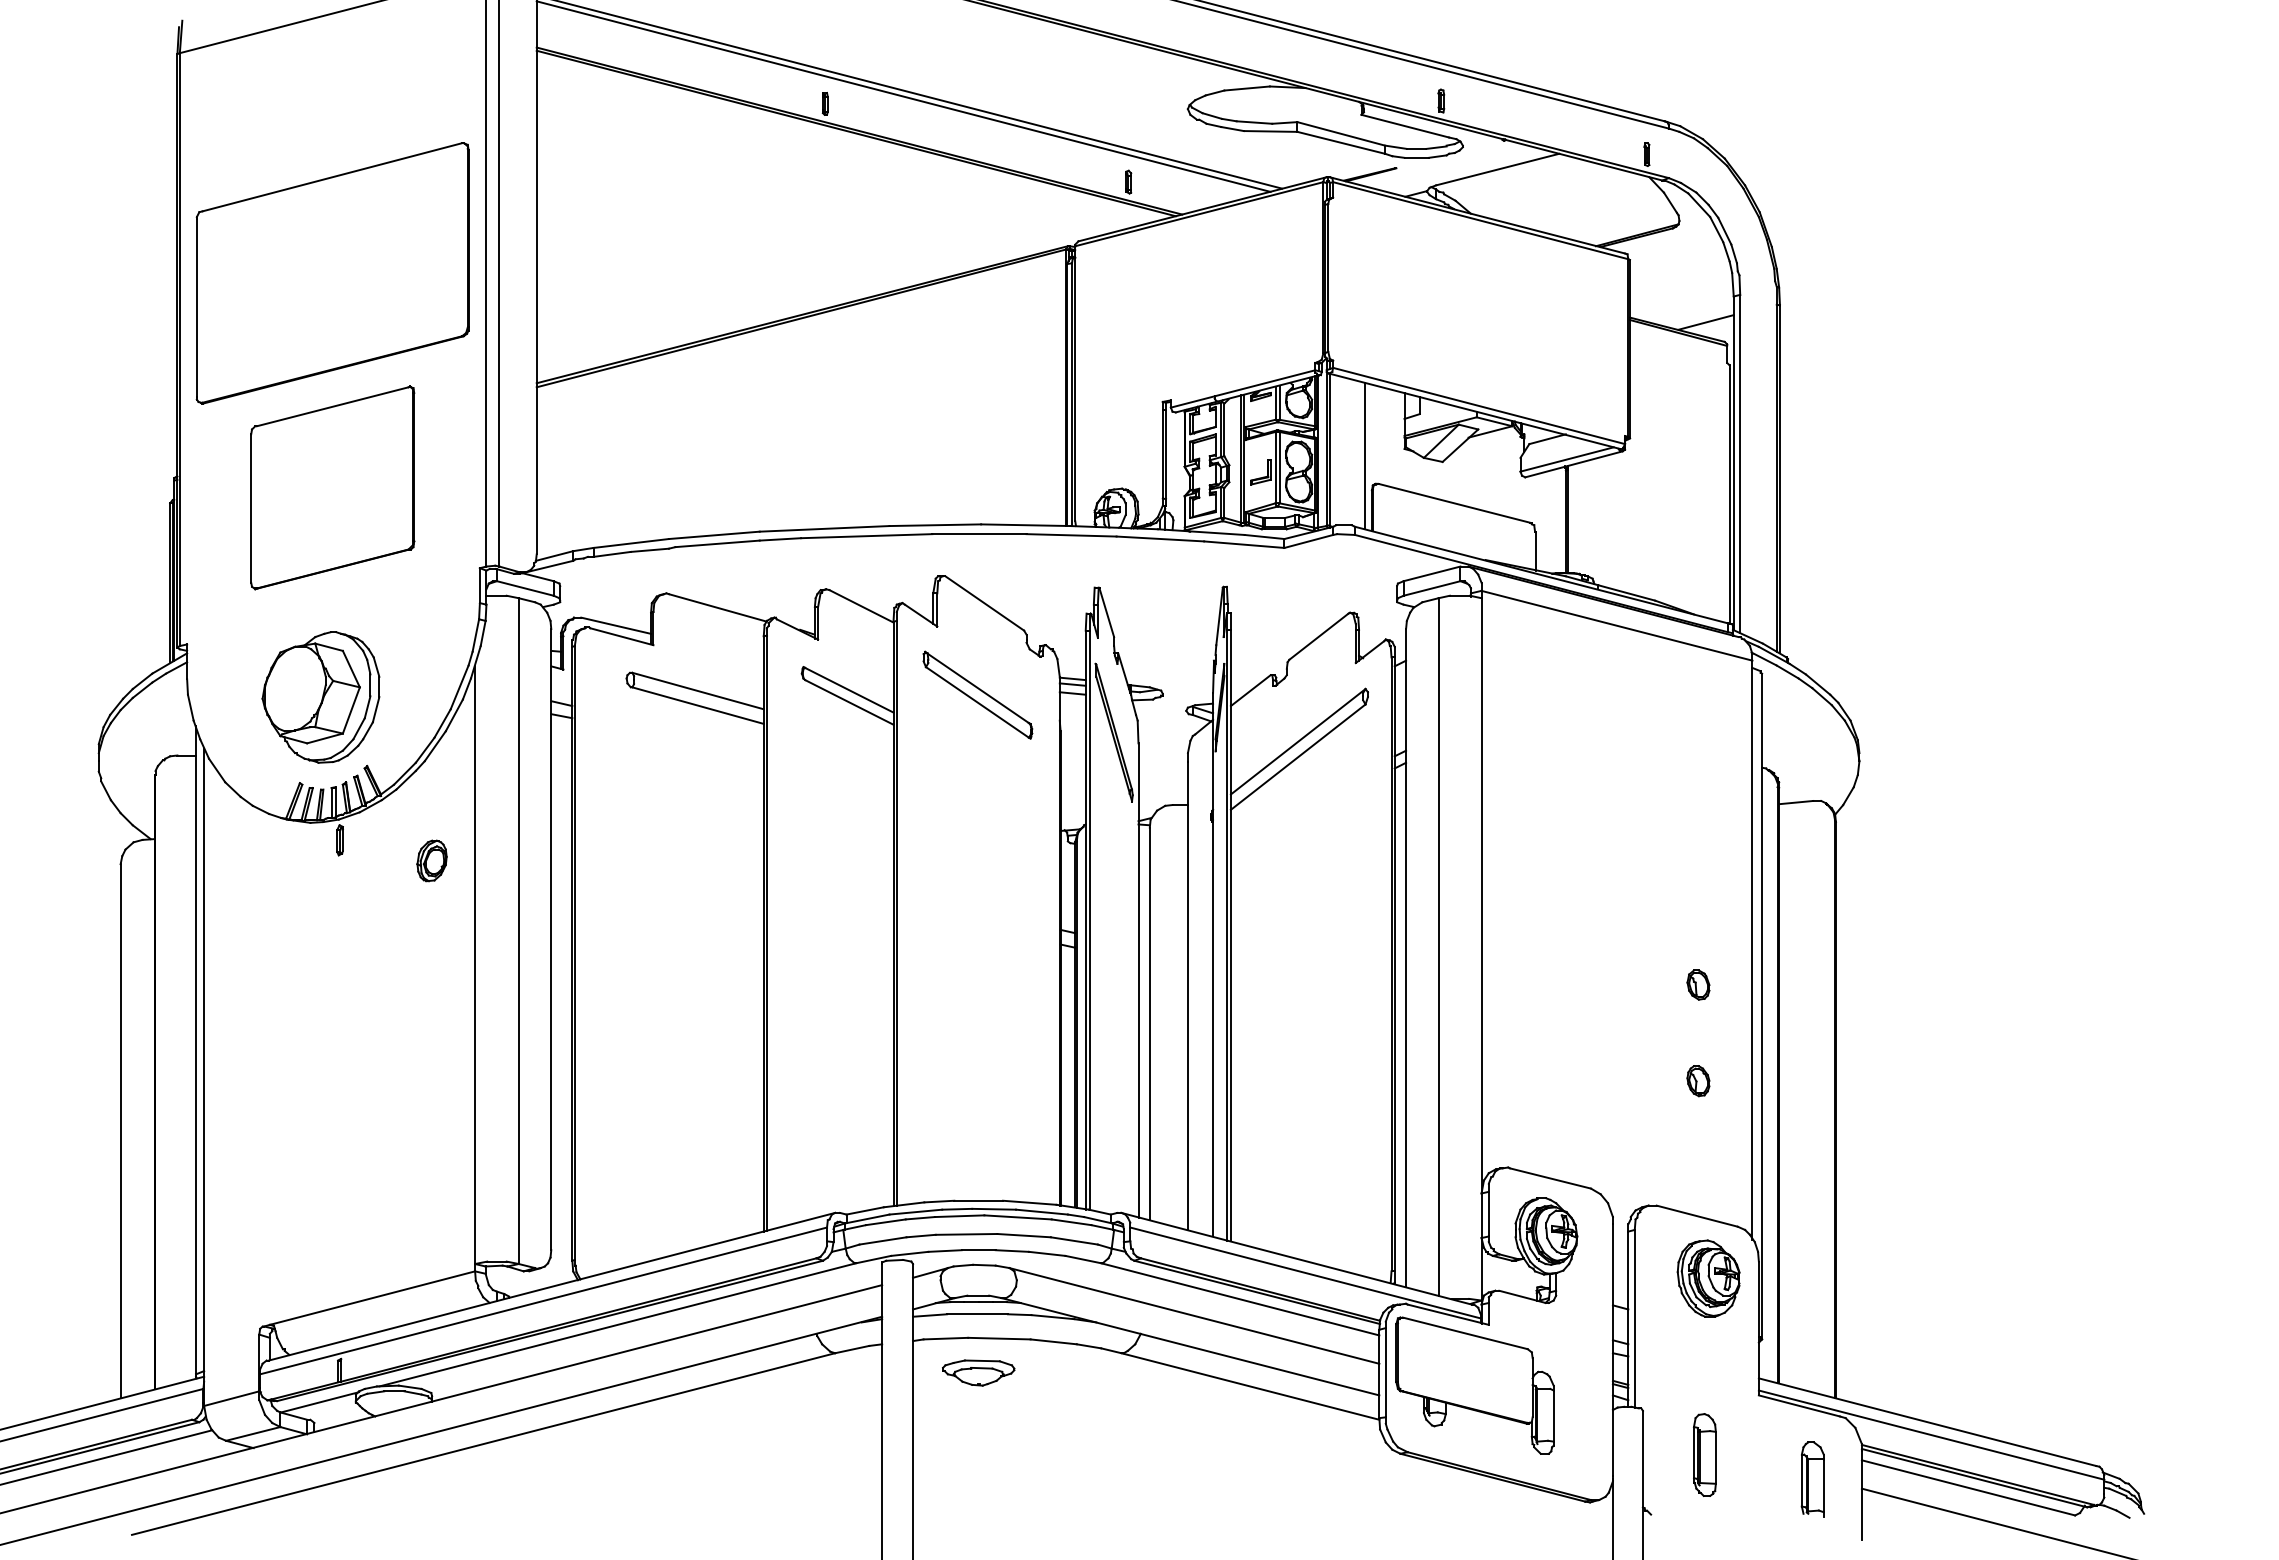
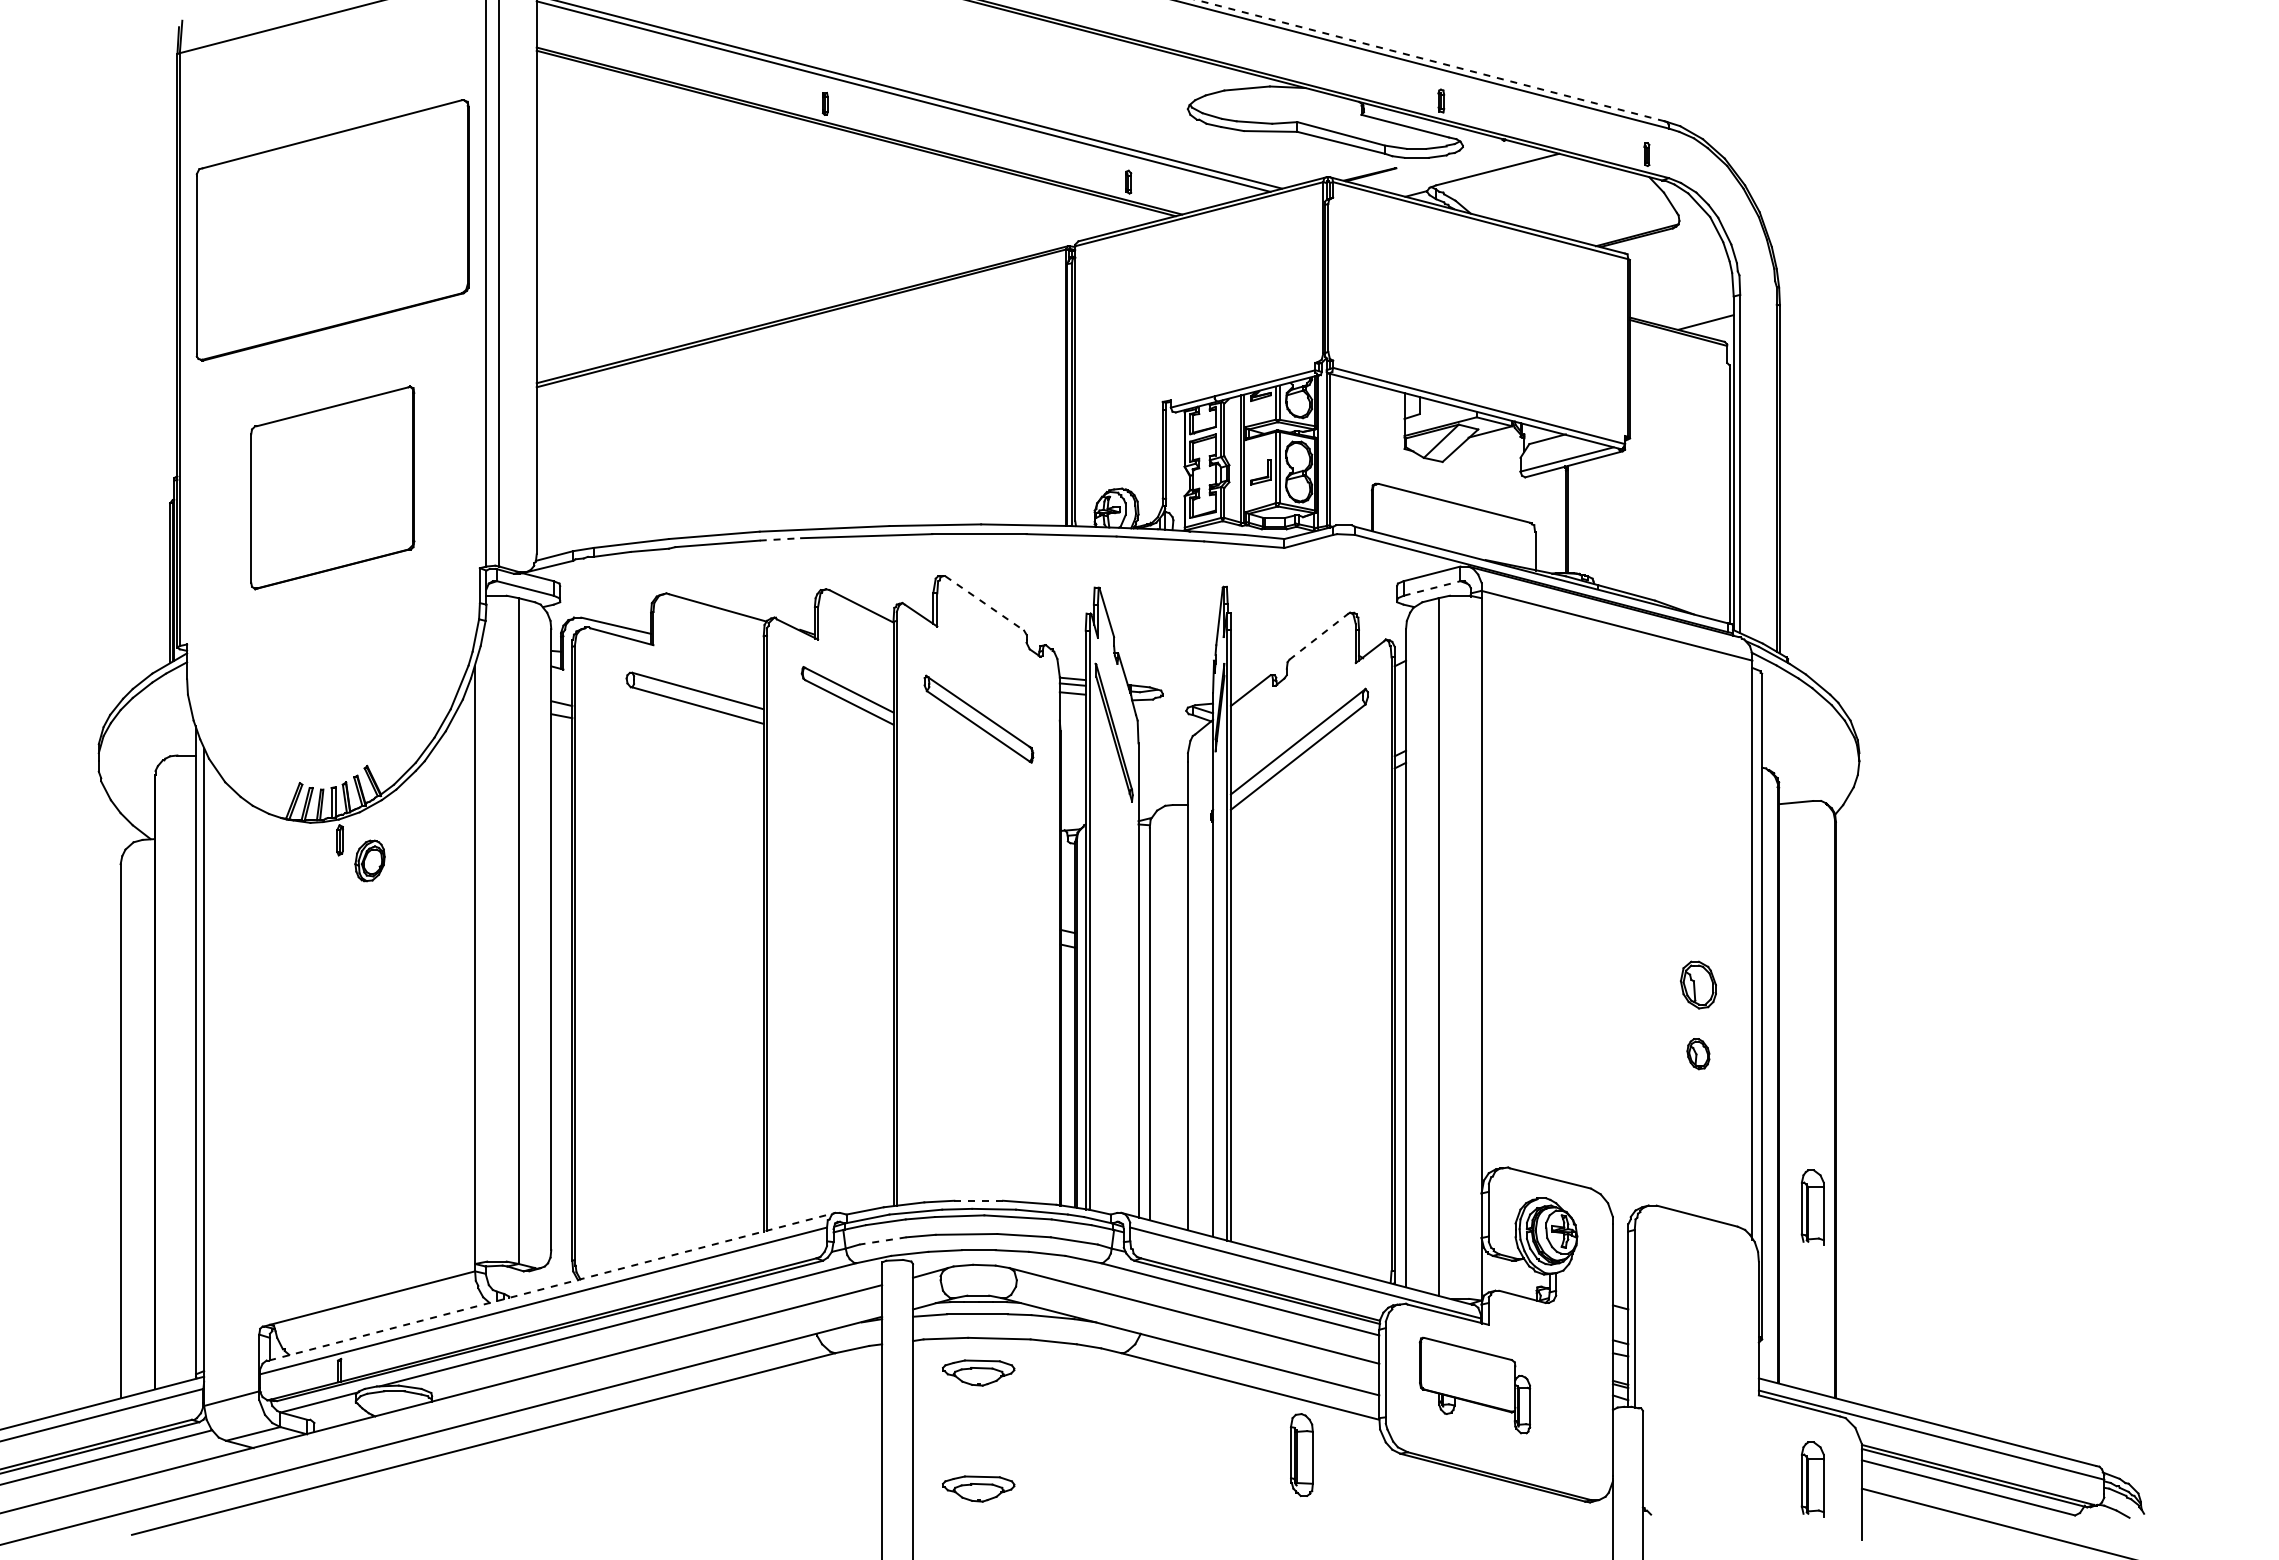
line at (1430, 60): solid -> dashed
part at (332, 273) position: (332, 273) -> (332, 230)
line at (1364, 455): present -> none
line at (780, 539): solid -> dashed
line at (1432, 588): solid -> dashed
line at (984, 603): solid -> dashed
line at (1318, 636): solid -> dashed
part at (977, 694) position: (977, 694) -> (978, 718)
part at (320, 697): present -> none
part at (431, 860) position: (431, 860) -> (369, 860)
part at (1698, 984) size: 25x32 px -> 37x50 px
part at (1698, 1081) position: (1698, 1081) -> (1698, 1054)
line at (978, 1200): solid -> dashed
part at (1812, 1207): none -> present
line at (883, 1240): solid -> dashed
part at (1708, 1278): present -> none
line at (552, 1286): solid -> dashed
part at (1474, 1385) size: 160x139 px -> 114x99 px
part at (1704, 1454) position: (1704, 1454) -> (1301, 1454)
part at (978, 1488): none -> present
